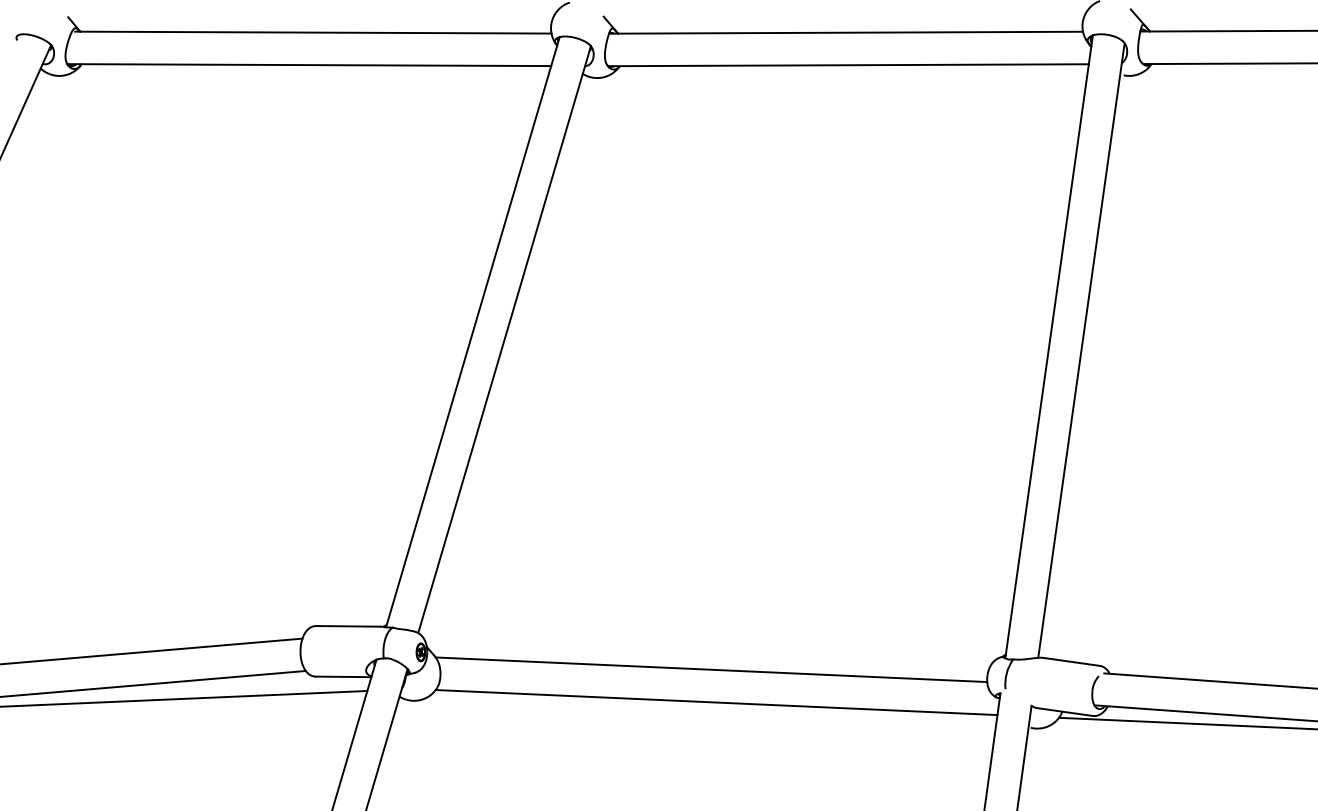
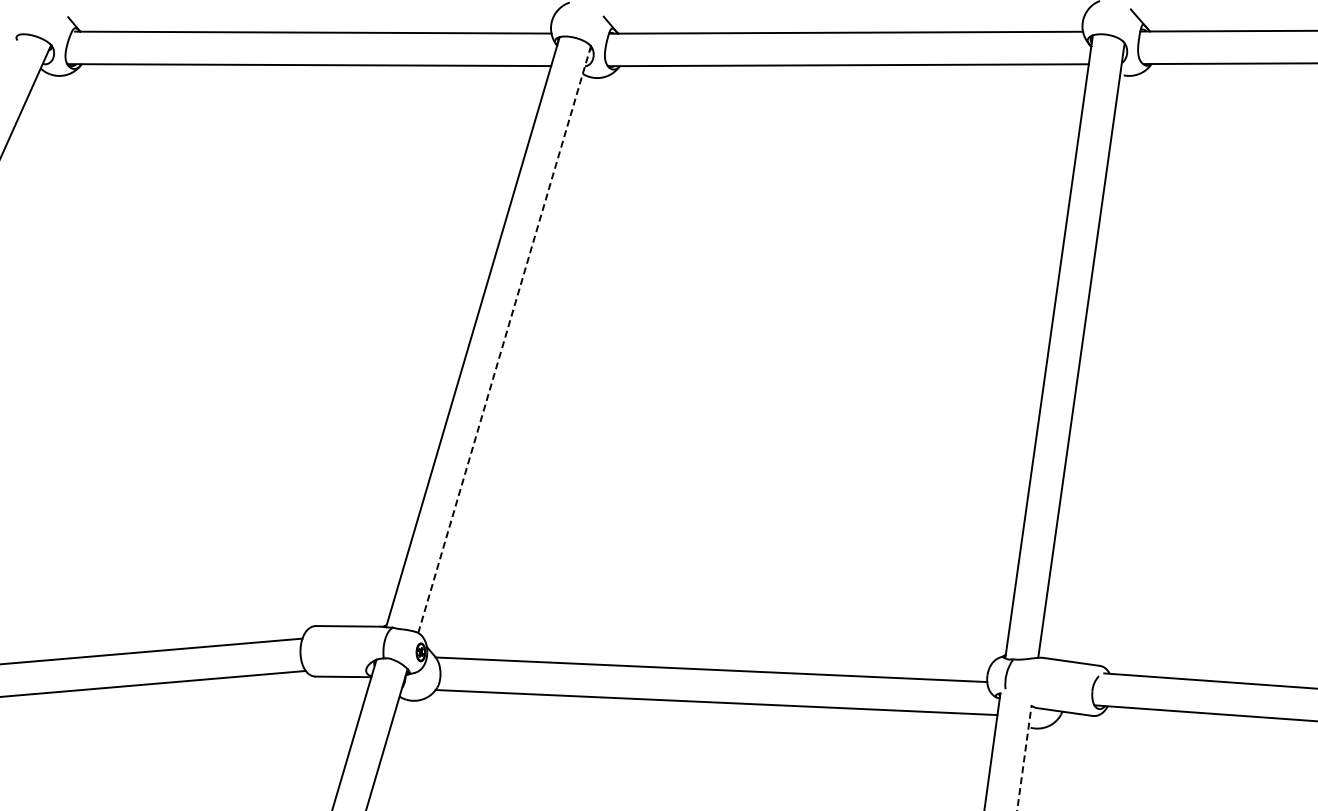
line at (504, 339): solid -> dashed
line at (184, 698): present -> none
line at (1186, 723): present -> none
line at (1024, 758): solid -> dashed
